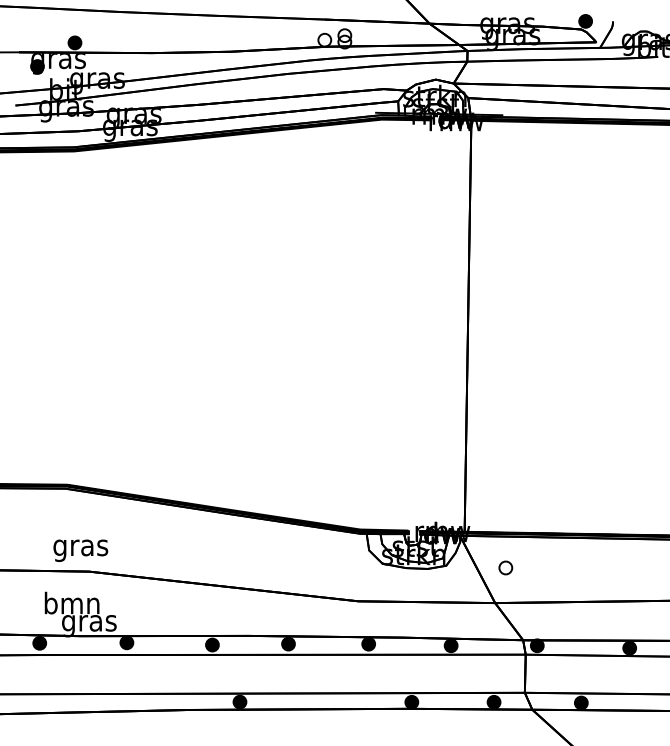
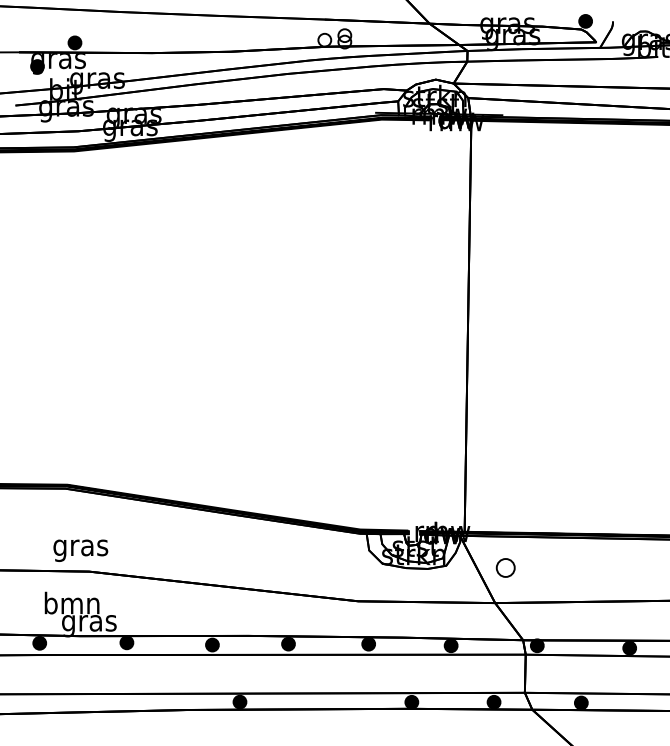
part at (505, 567) size: 16x16 px -> 21x20 px
